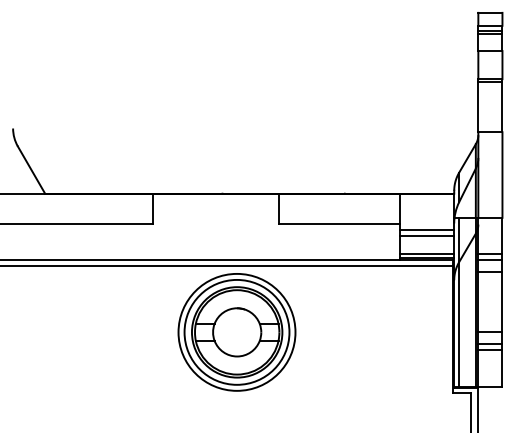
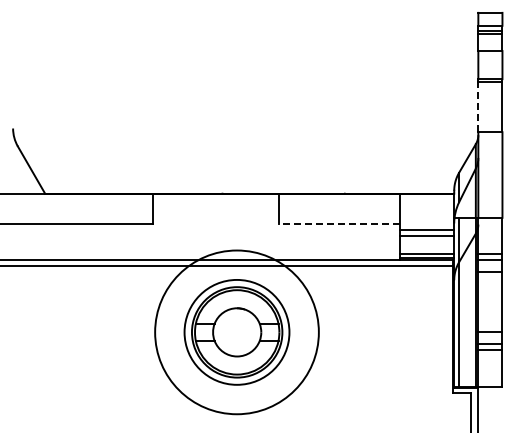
line at (478, 107): solid -> dashed
line at (339, 223): solid -> dashed
circle at (236, 331) diameter: 117 px -> 164 px
